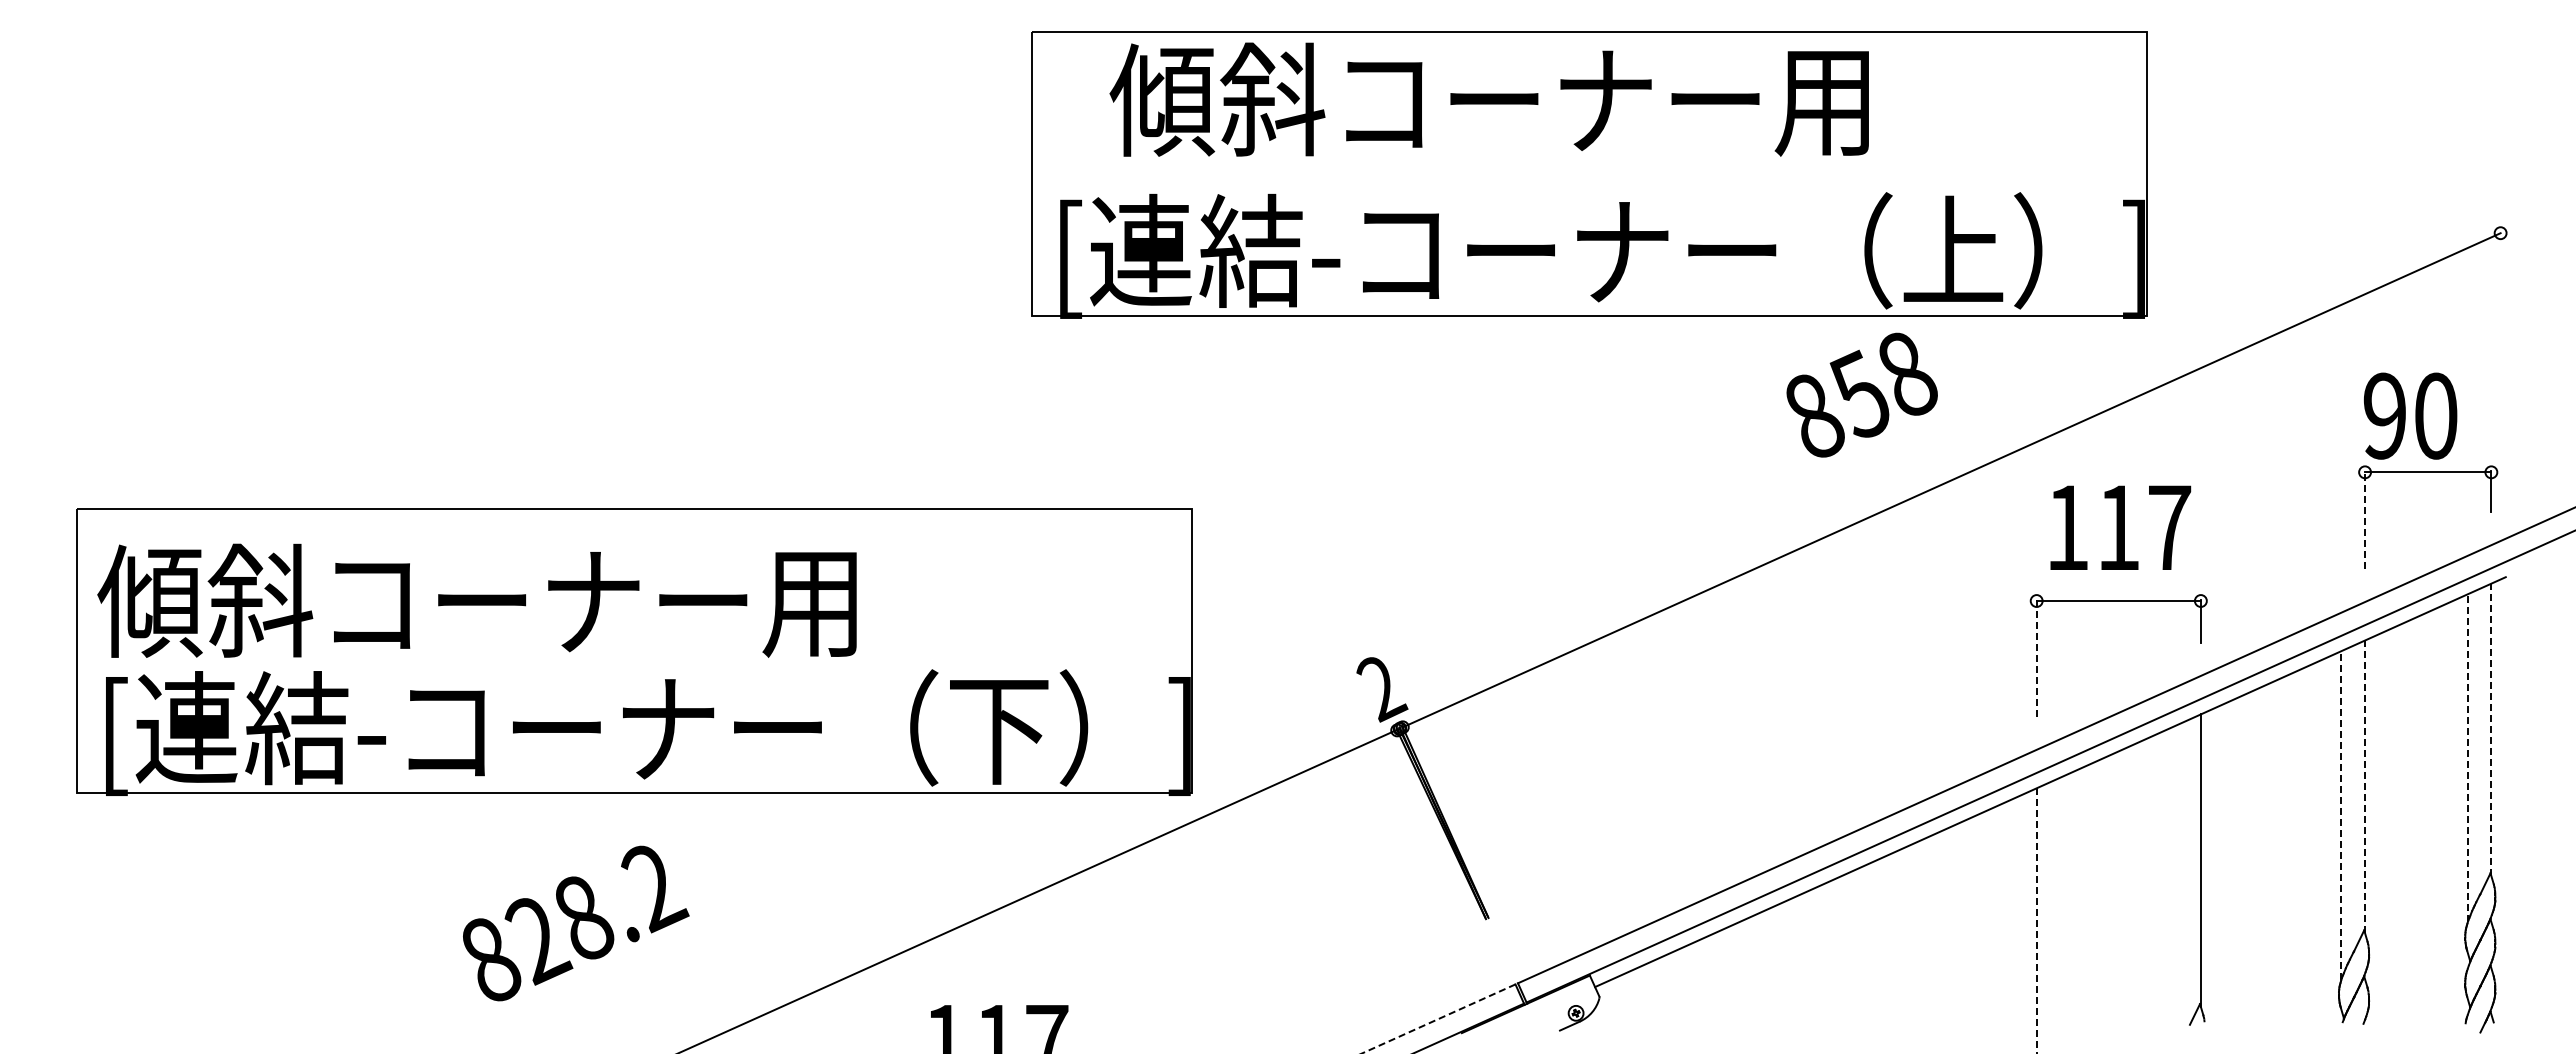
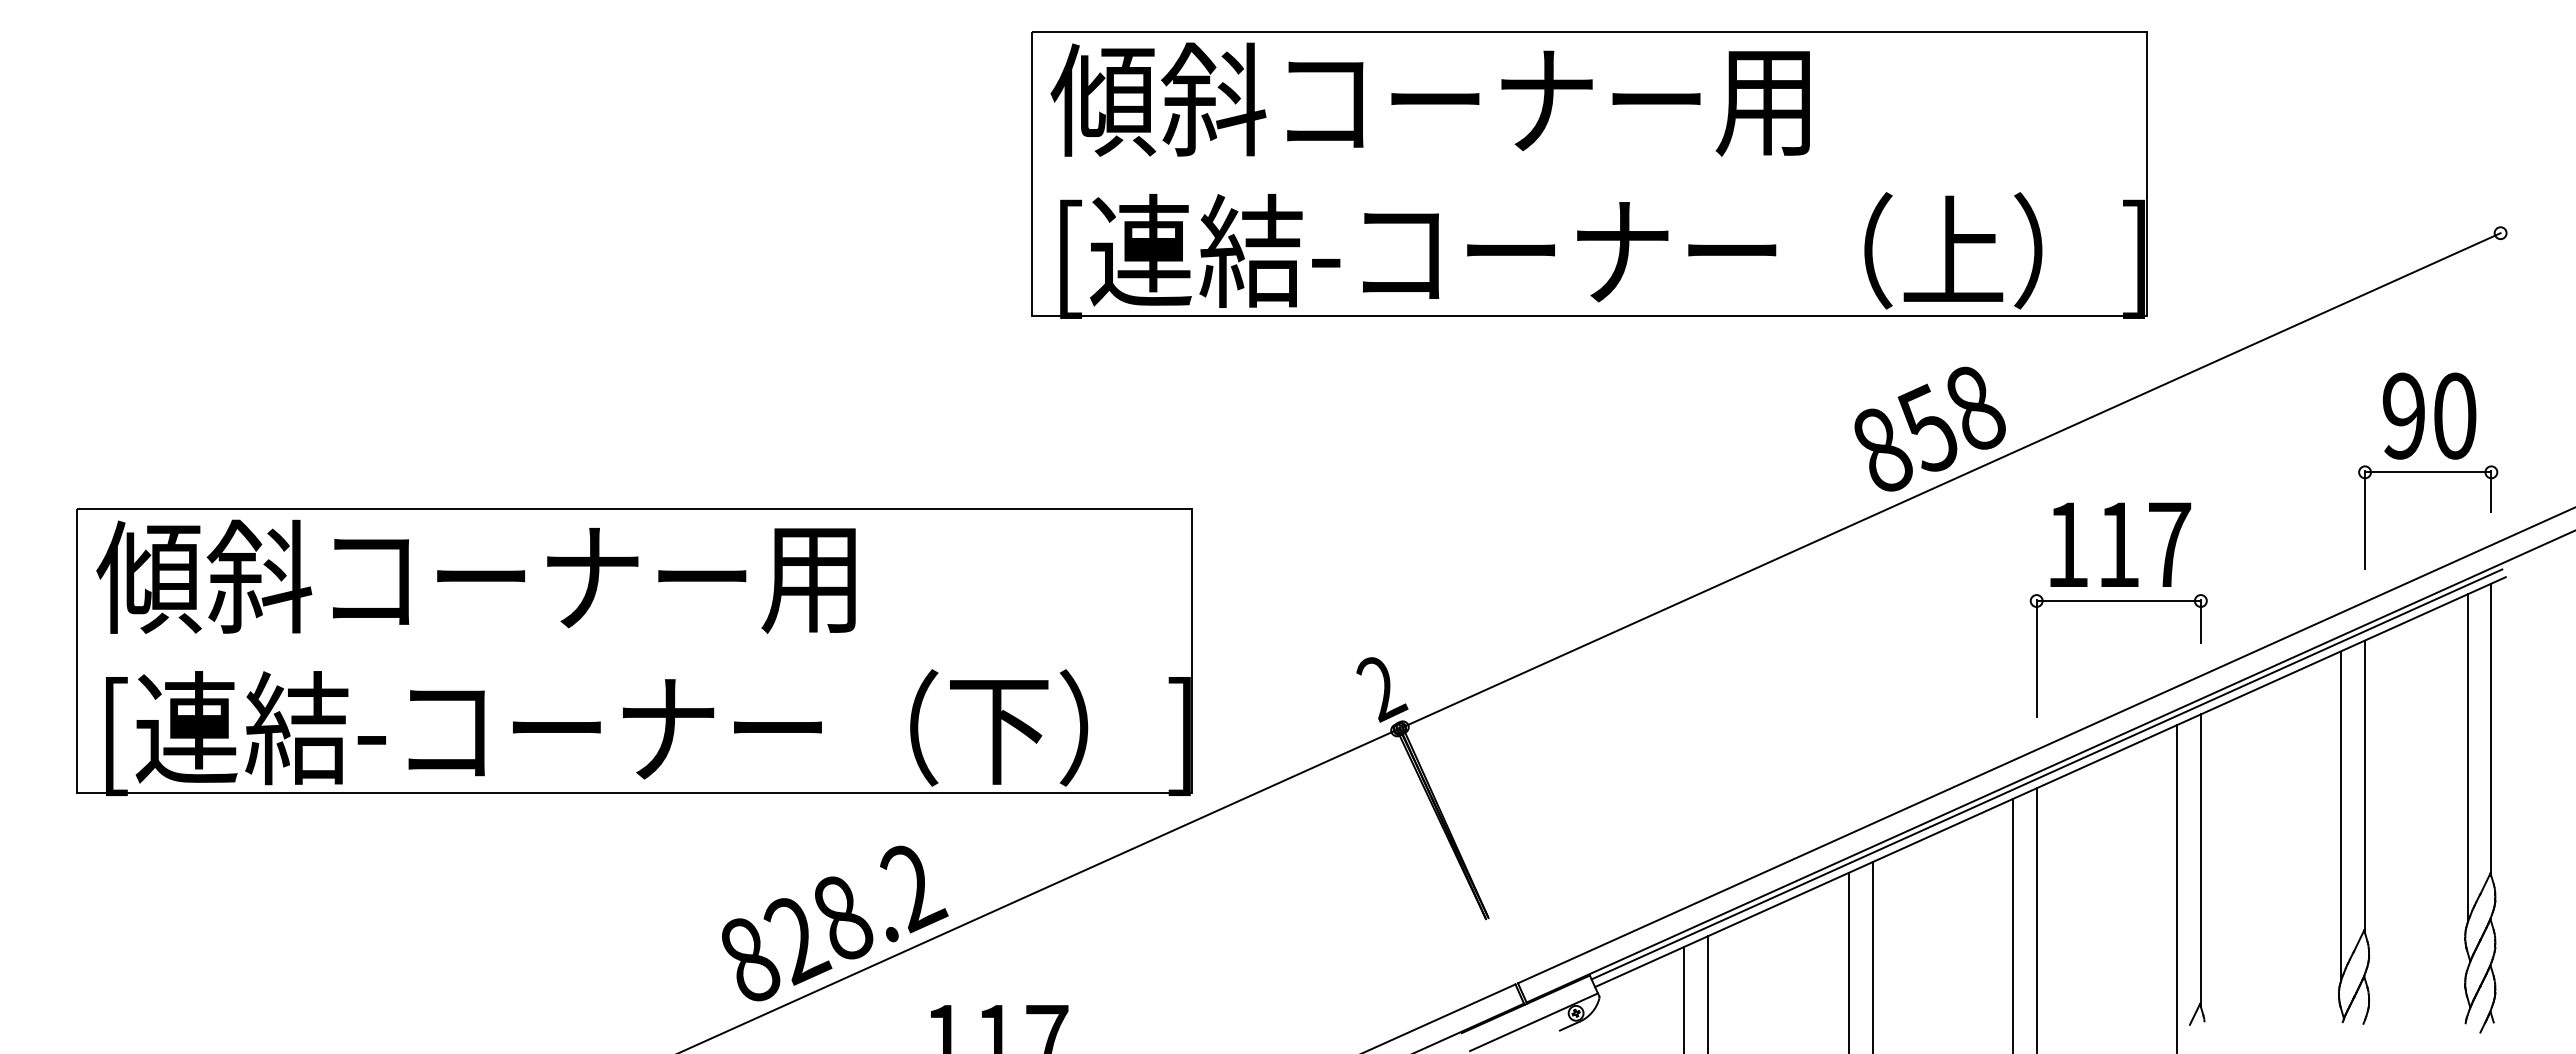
text at (1488, 99) position: (1488, 99) -> (1429, 99)
text at (1861, 394) position: (1861, 394) -> (1929, 428)
text at (2410, 415) position: (2410, 415) -> (2429, 415)
line at (2365, 519): dashed -> solid
text at (2120, 527) position: (2120, 527) -> (2120, 544)
text at (476, 600) position: (476, 600) -> (475, 576)
line at (2036, 658): dashed -> solid
line at (2491, 729): dashed -> solid
line at (2467, 758): dashed -> solid
line at (2046, 774): none -> present
line at (2365, 786): dashed -> solid
line at (2341, 815): dashed -> solid
line at (2177, 887): none -> present
line at (2036, 921): dashed -> solid
text at (576, 923) position: (576, 923) -> (835, 923)
line at (2012, 924): none -> present
line at (1872, 956): none -> present
line at (1848, 961): none -> present
line at (1708, 993): none -> present
line at (1684, 998): none -> present
line at (1438, 1019): dashed -> solid
line at (1534, 1021): none -> present
